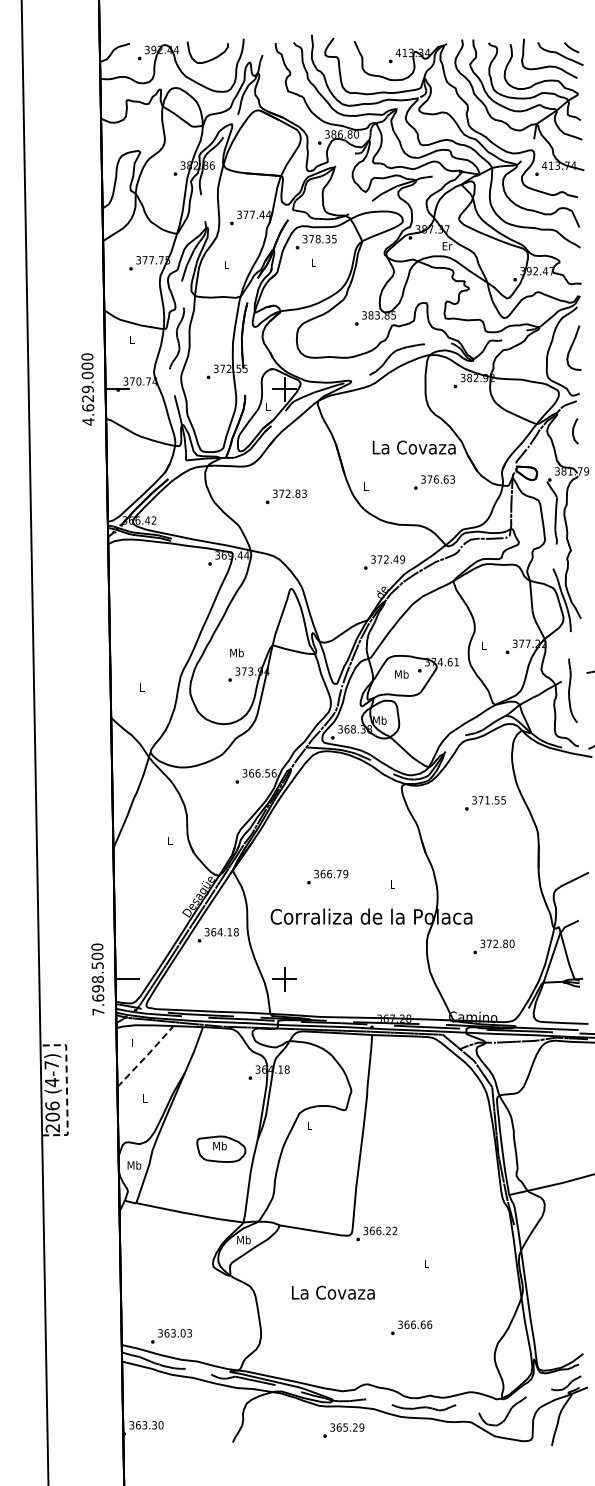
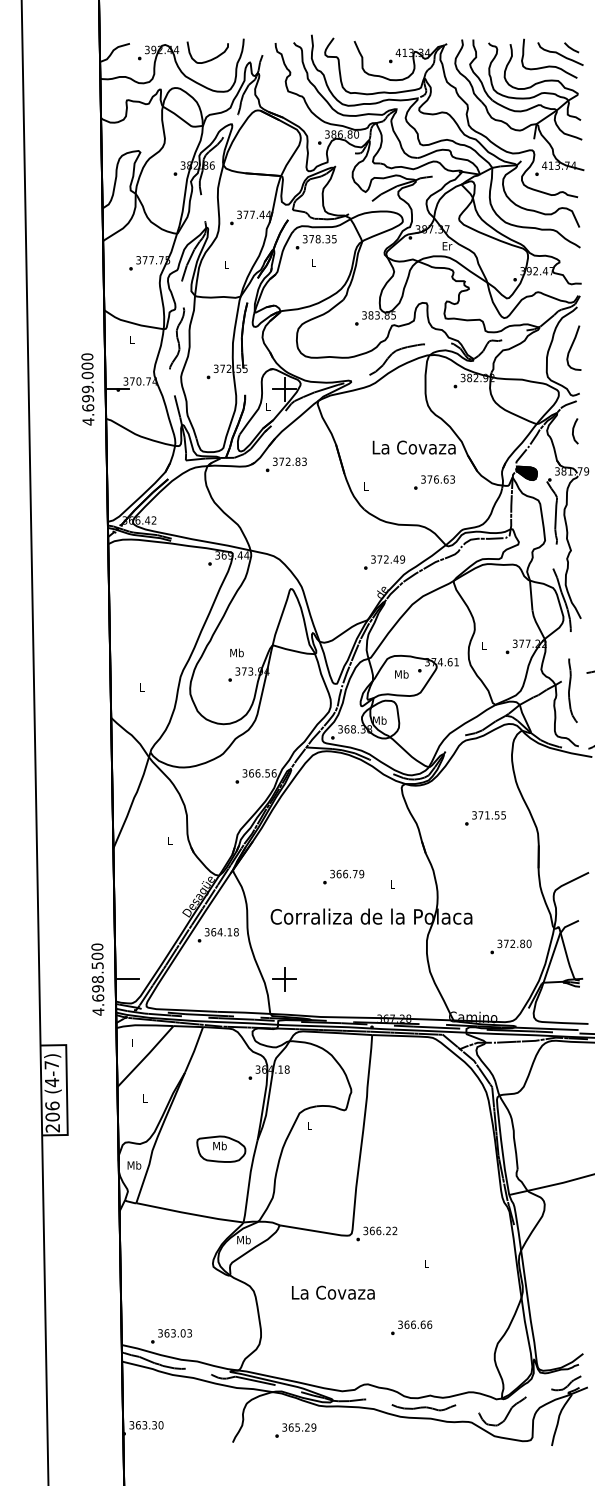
text at (88, 398): 4.629.000 -> 4.699.000
fill at (526, 473): none -> present
text at (286, 496) position: (286, 496) -> (286, 464)
text at (485, 803) position: (485, 803) -> (485, 818)
text at (327, 876) position: (327, 876) -> (343, 876)
text at (493, 946) position: (493, 946) -> (510, 946)
text at (98, 1011): 7.698.500 -> 4.698.500
line at (145, 1056): dashed -> solid
line at (66, 1090): dashed -> solid
text at (343, 1430) position: (343, 1430) -> (295, 1430)
